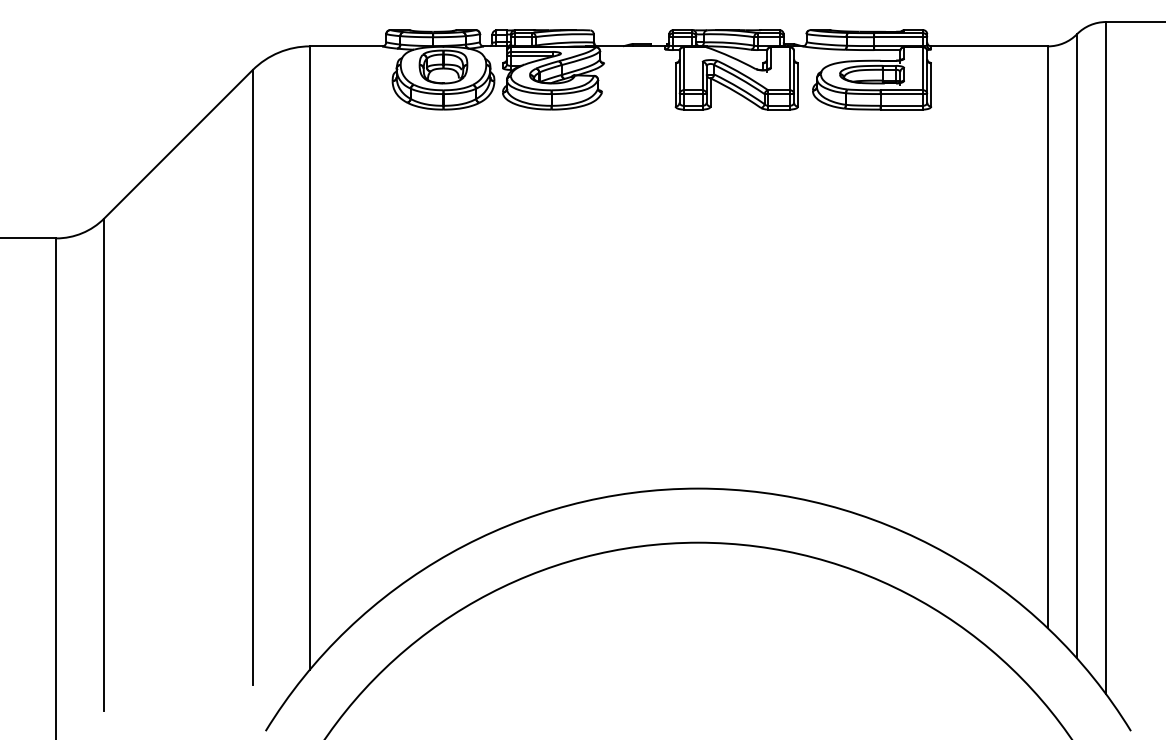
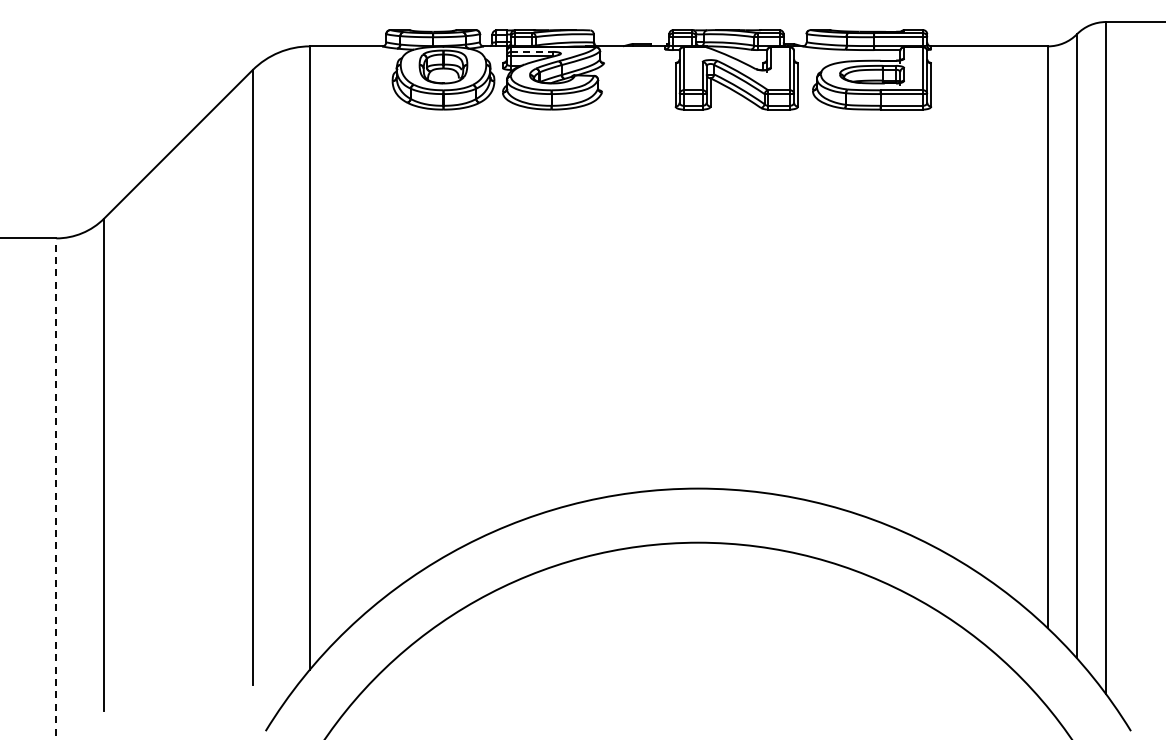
line at (531, 51): solid -> dashed
line at (56, 489): solid -> dashed
